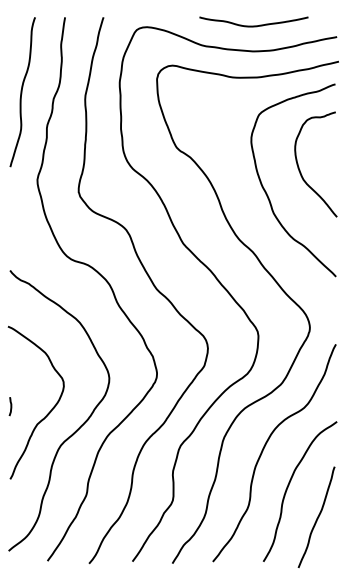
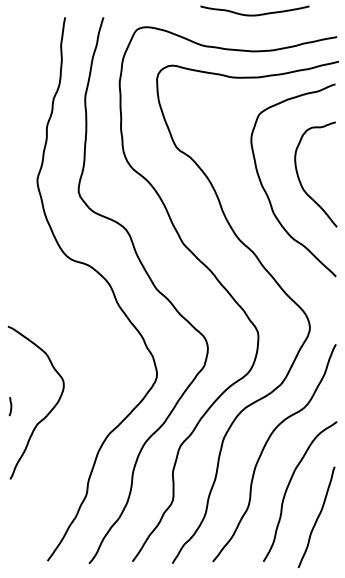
curve at (253, 25) position: (253, 25) -> (254, 14)
curve at (22, 92): present -> none
curve at (300, 169) position: (300, 169) -> (300, 179)
curve at (77, 428): present -> none
